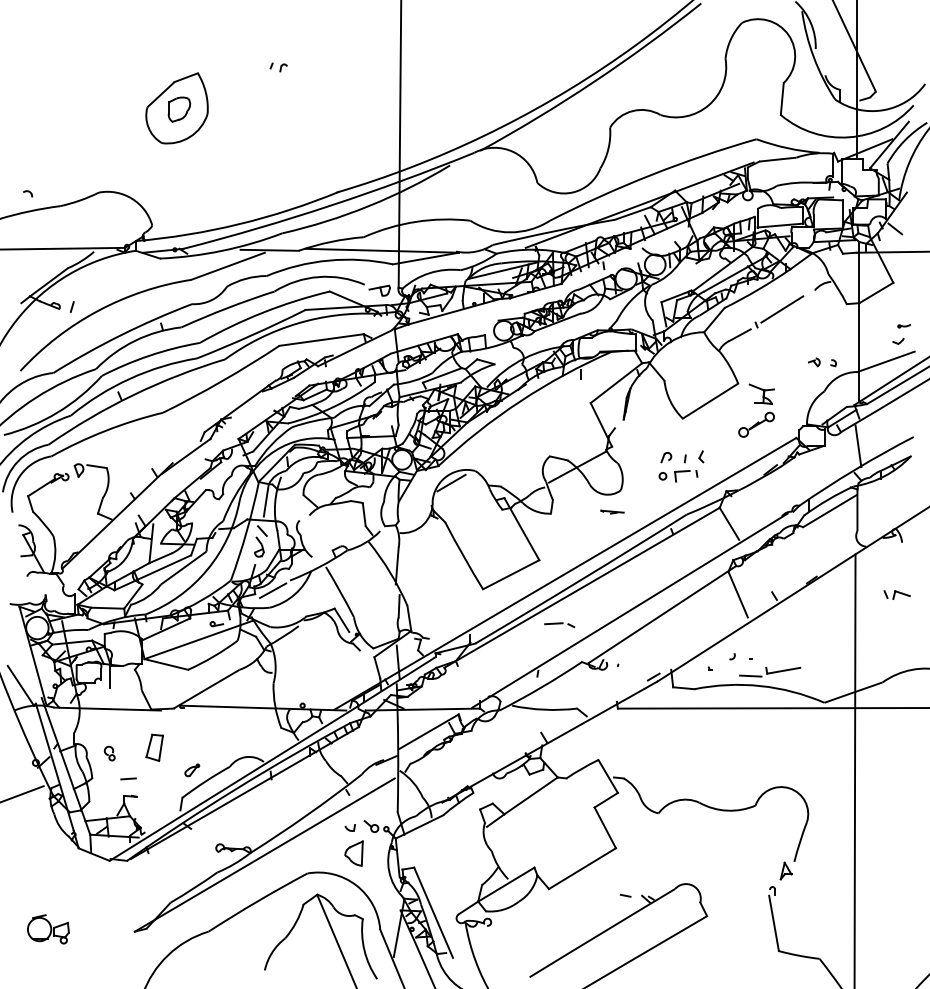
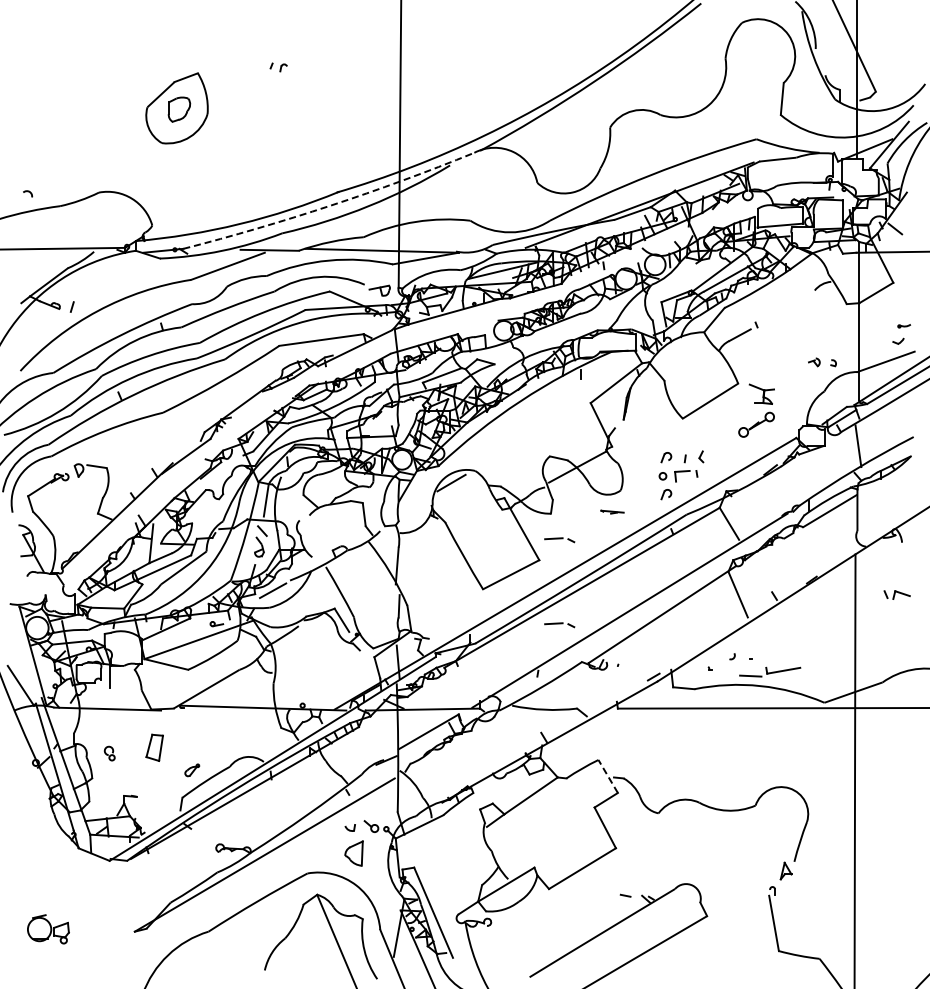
arc at (330, 205): solid -> dashed
line at (782, 309): present -> none
part at (666, 494): none -> present
part at (559, 540): none -> present
line at (607, 776): solid -> dashed
line at (128, 778): present -> none
line at (22, 793): present -> none
